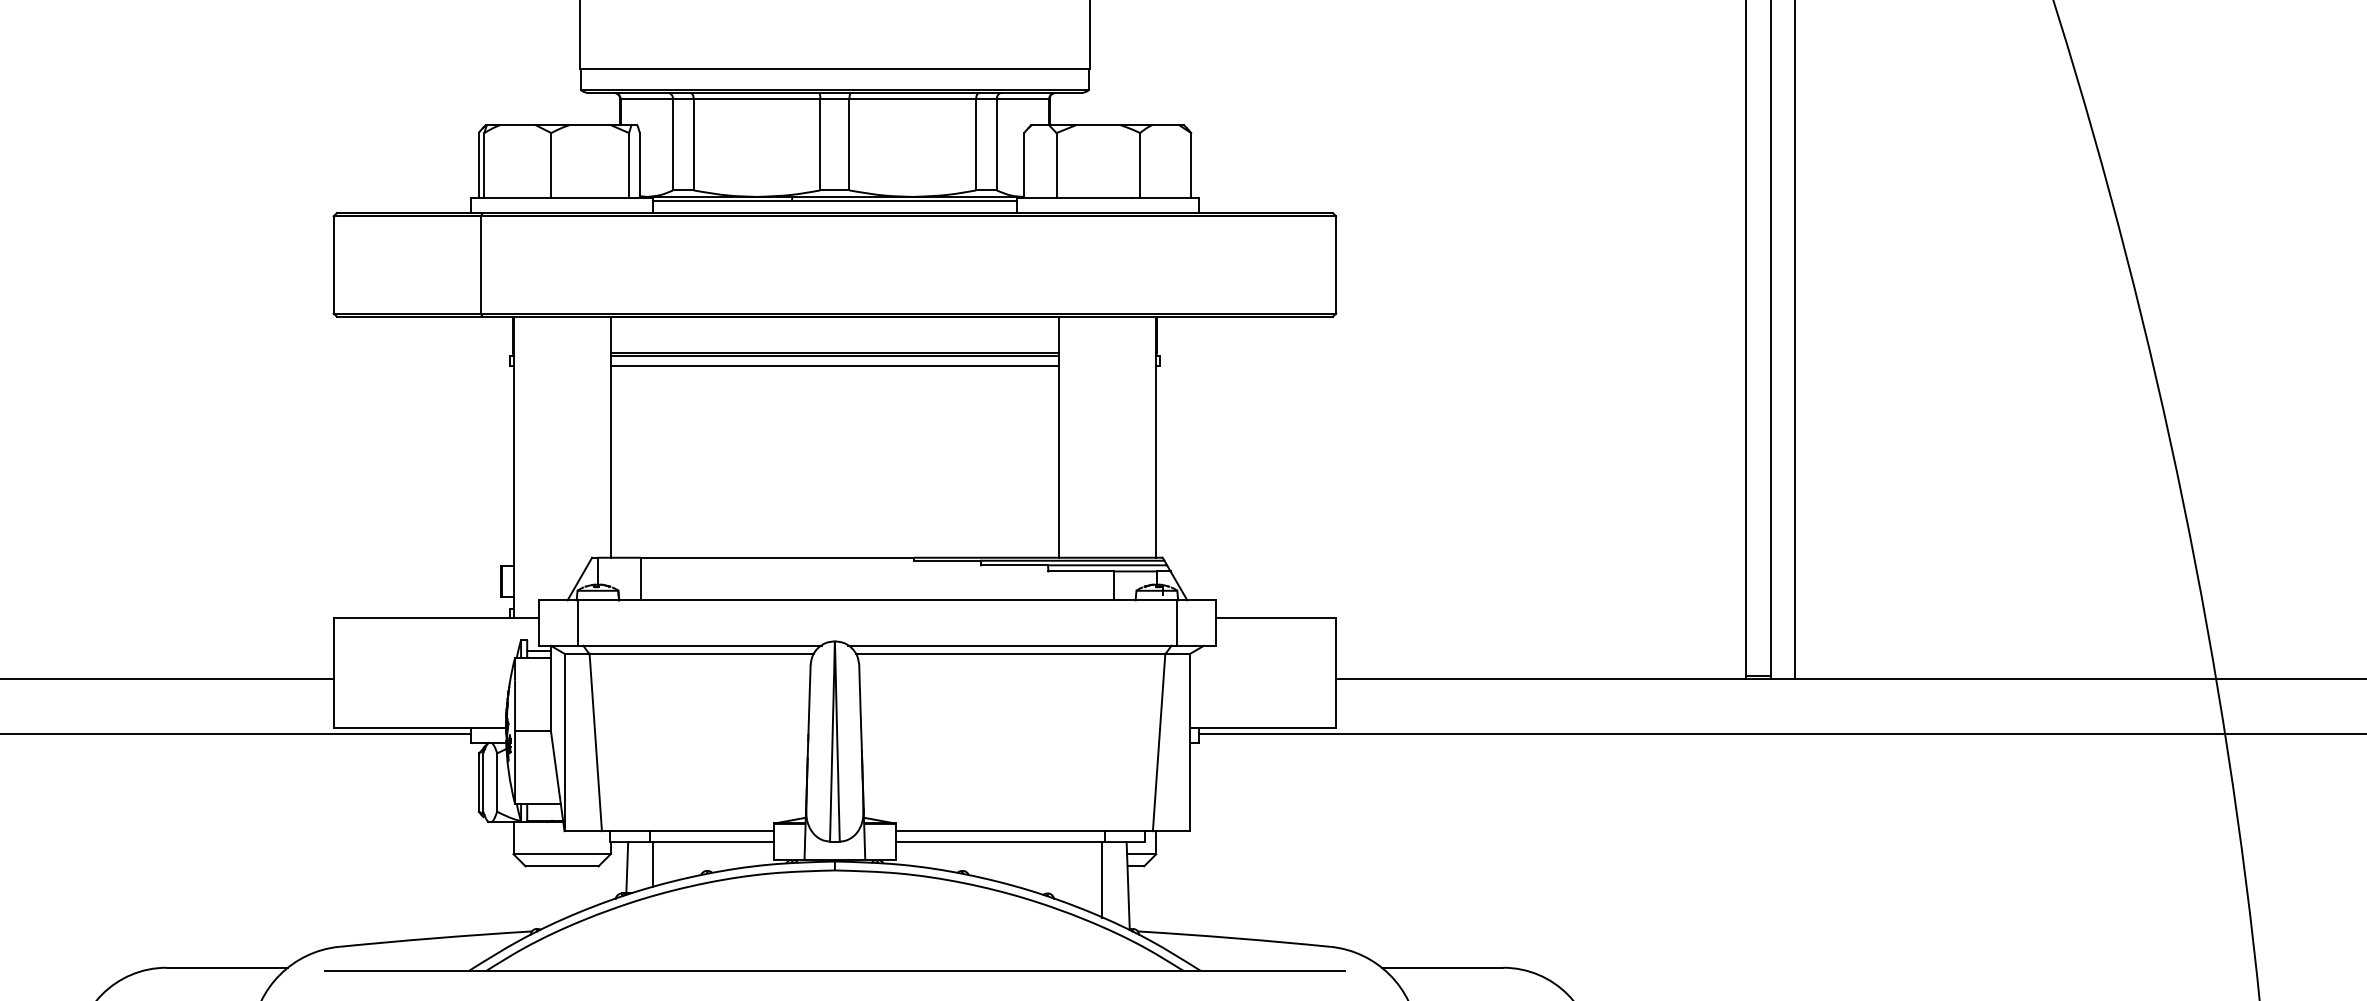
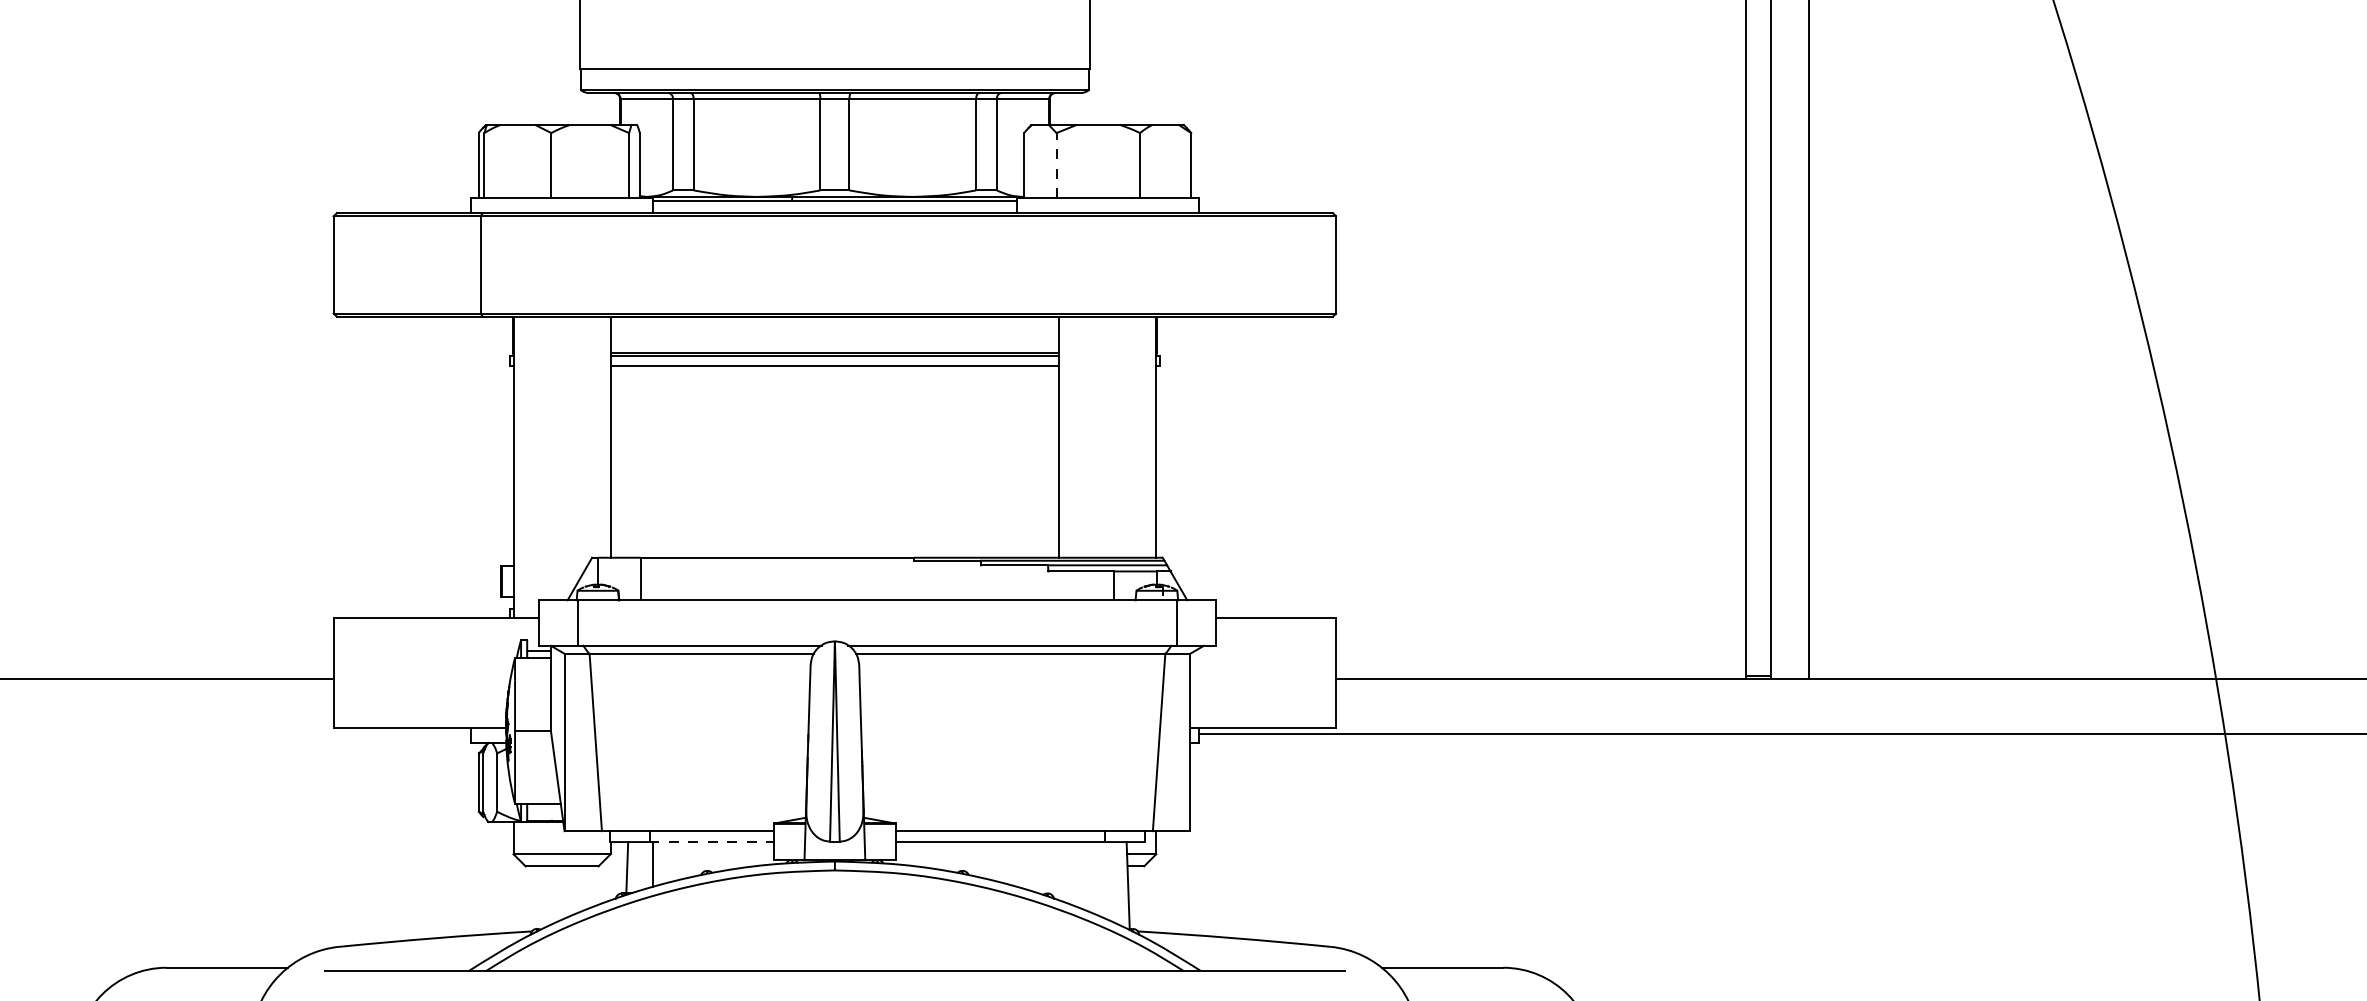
line at (1056, 165): solid -> dashed
line at (1794, 340) position: (1794, 340) -> (1808, 340)
line at (236, 733): present -> none
line at (712, 842): solid -> dashed
line at (1102, 879): present -> none
